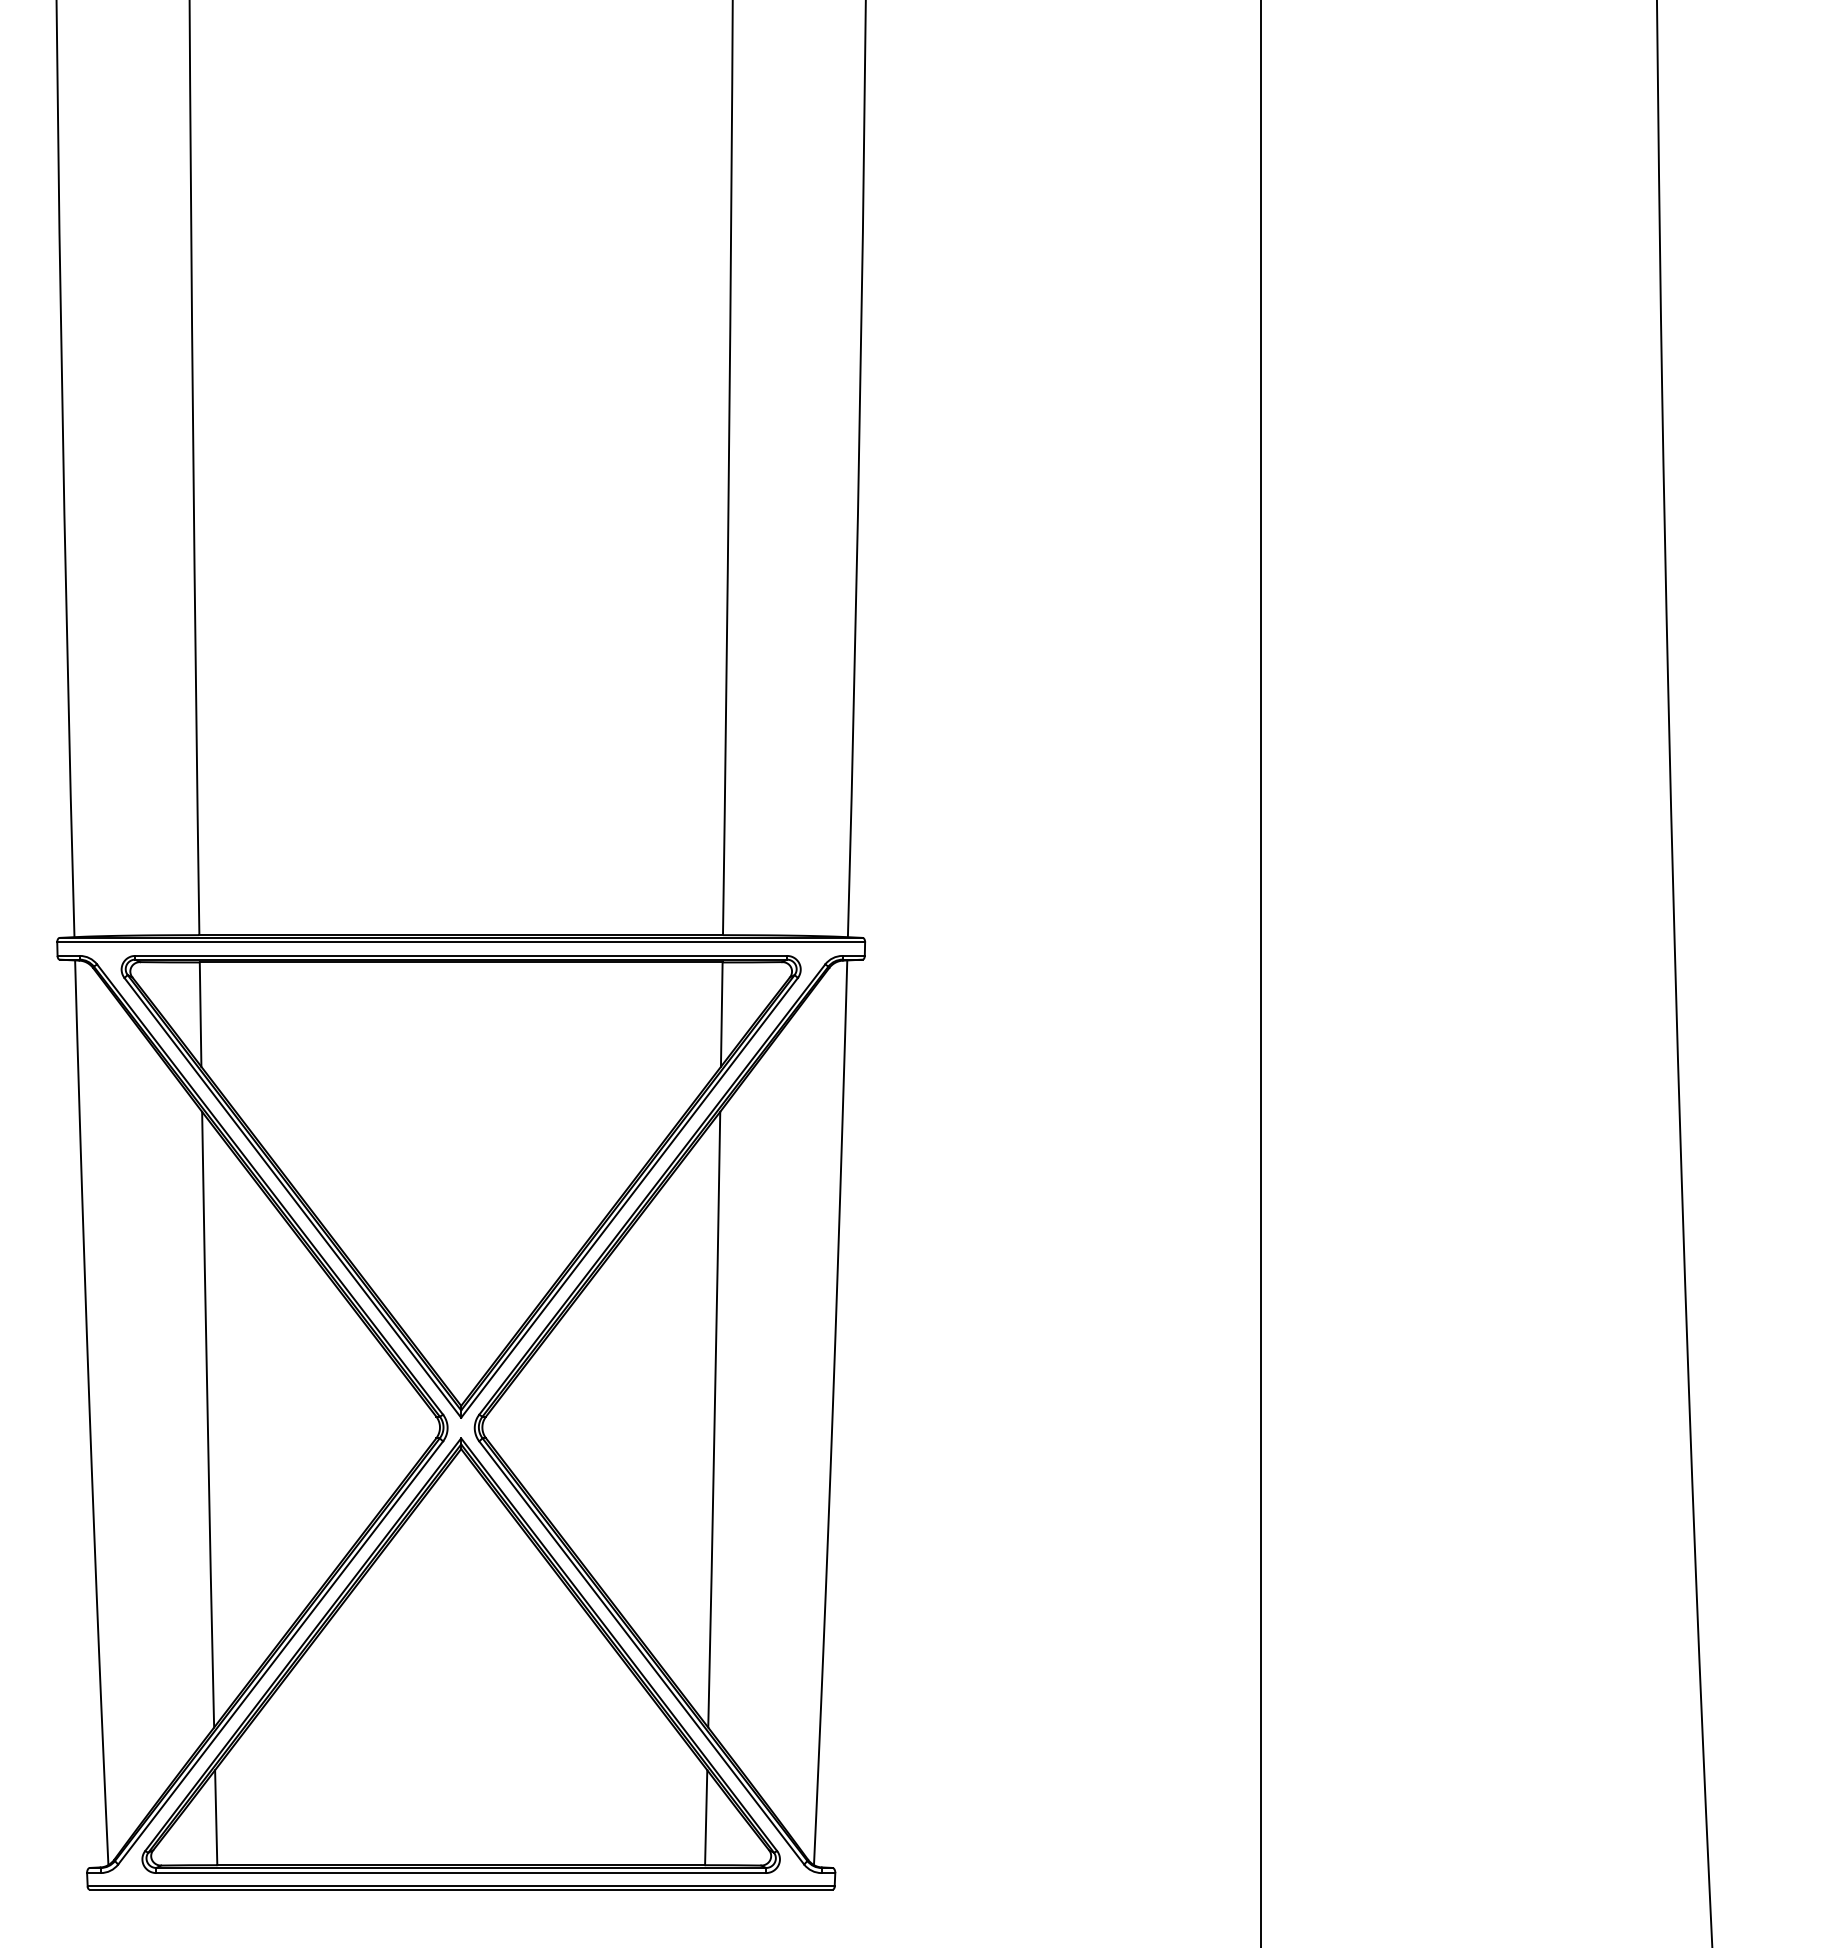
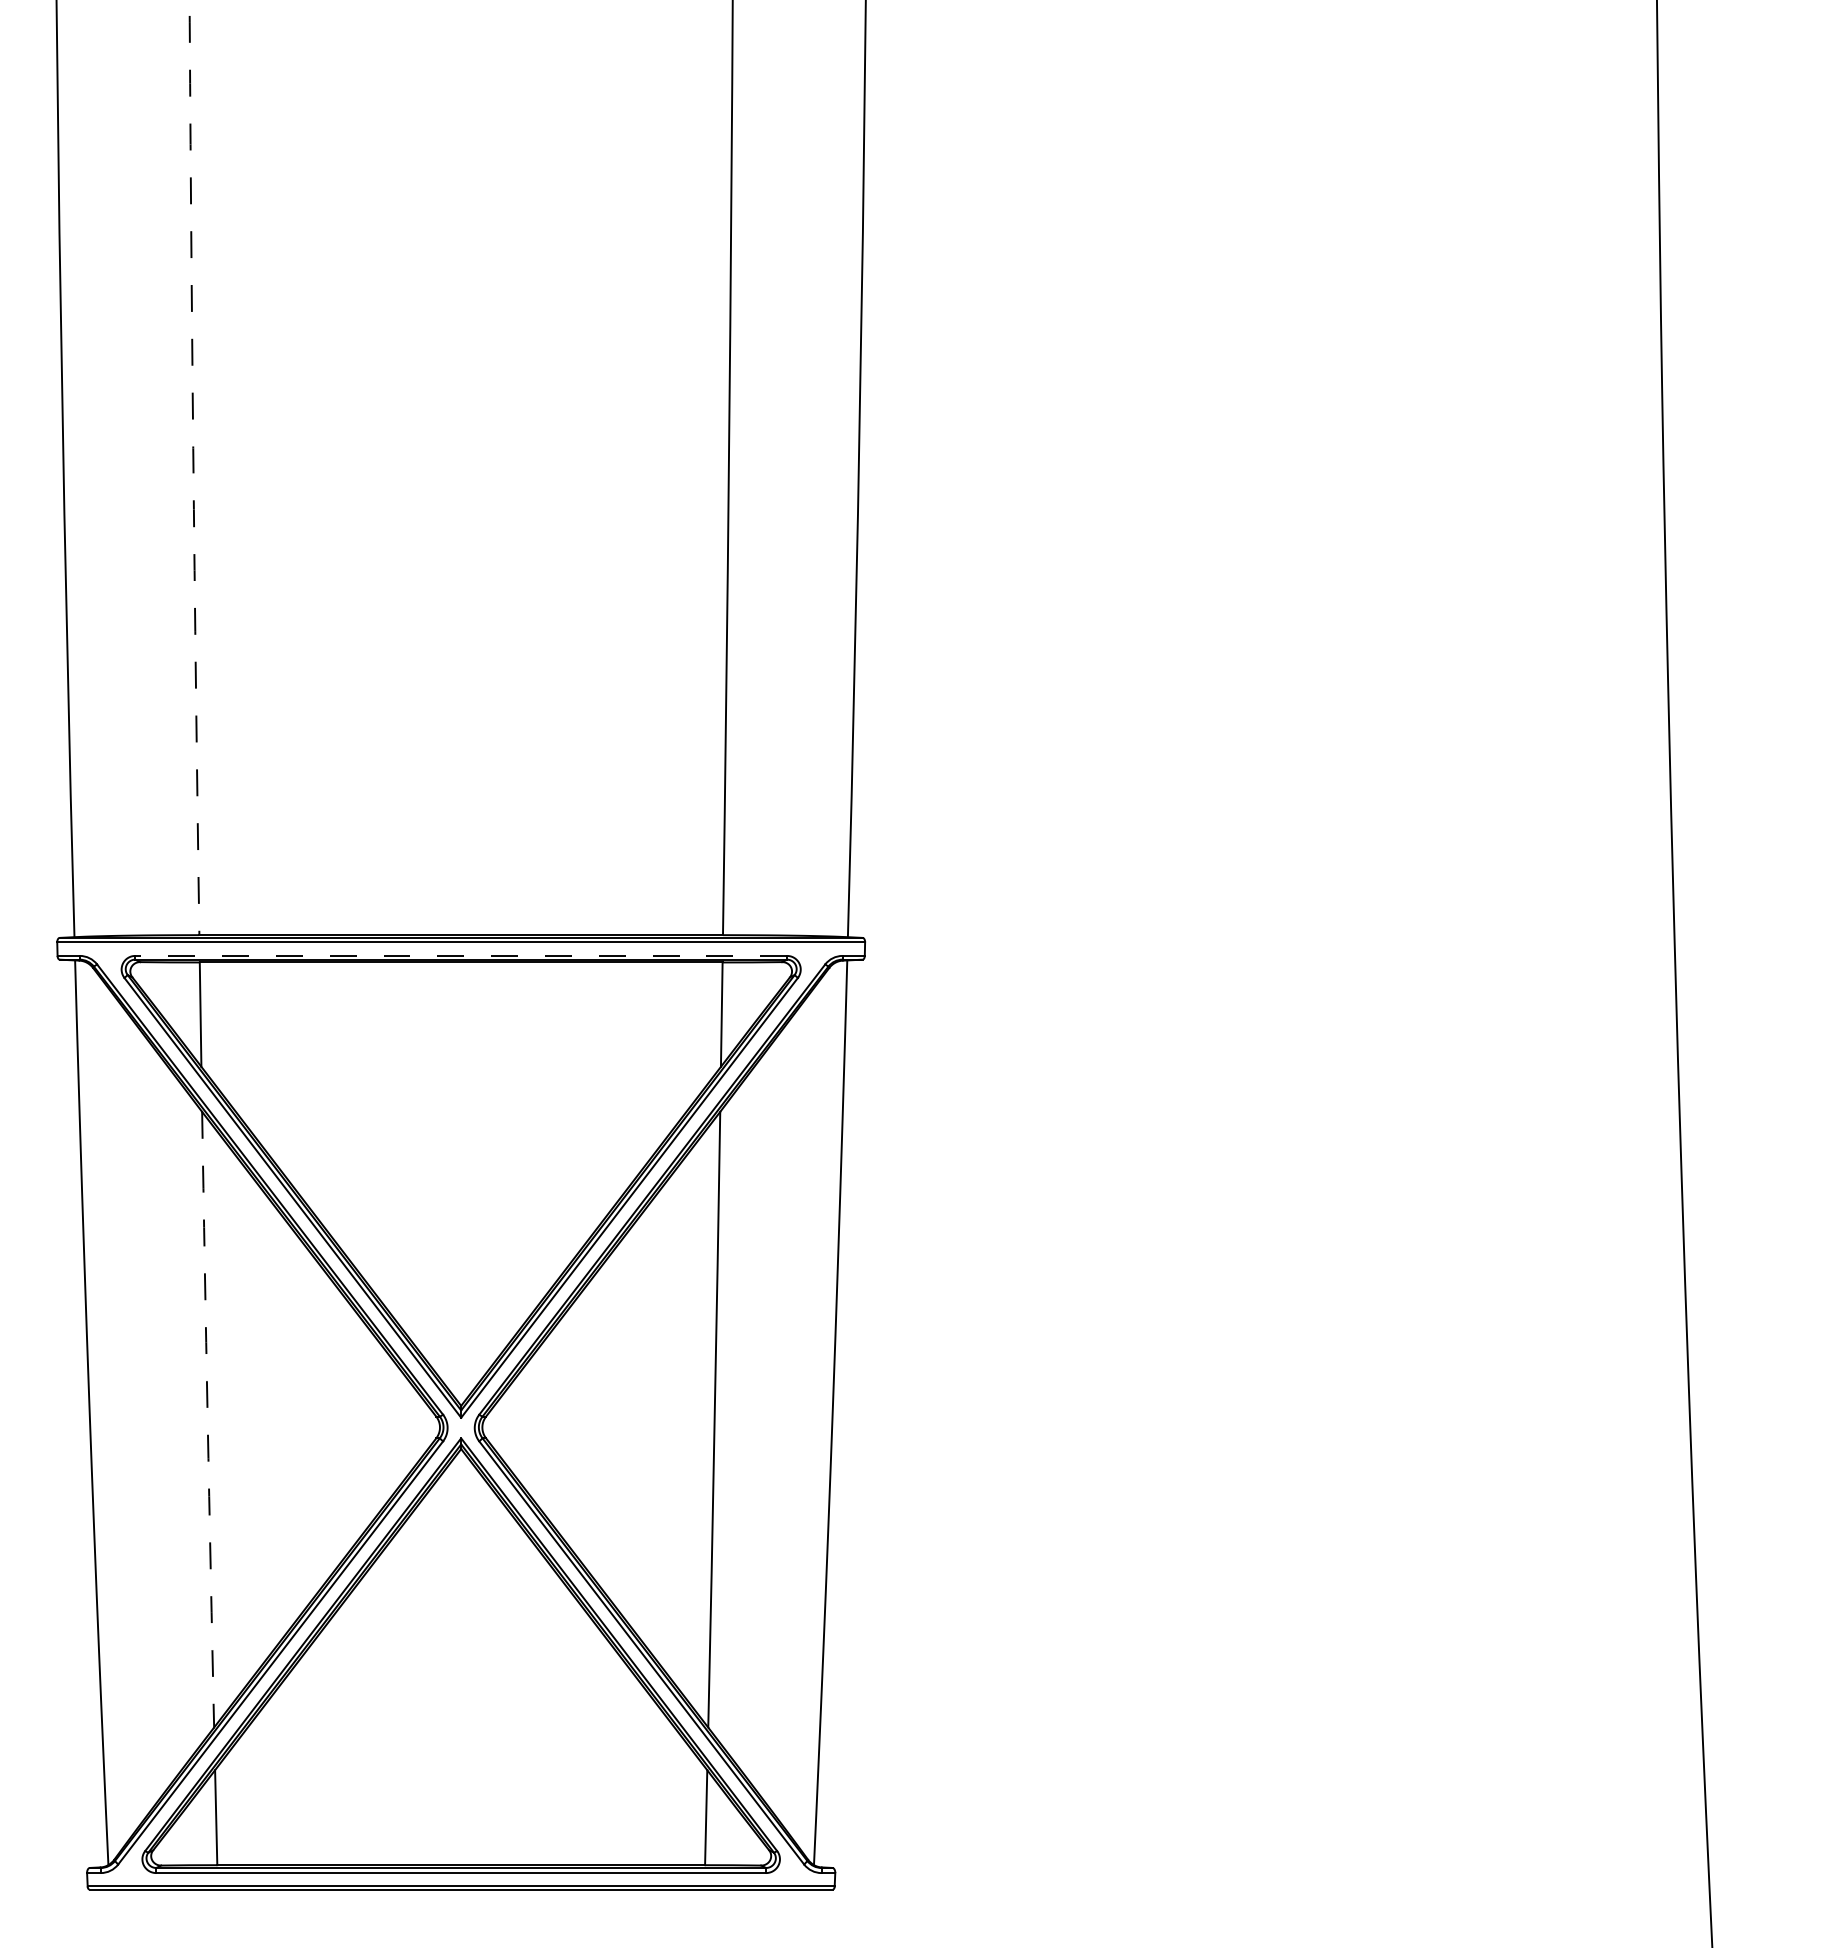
arc at (193, 467): solid -> dashed
line at (461, 955): solid -> dashed
line at (1261, 973): present -> none
arc at (207, 1419): solid -> dashed
